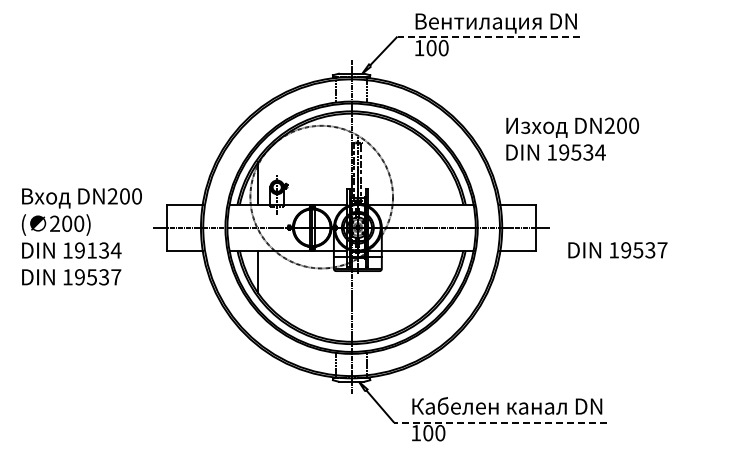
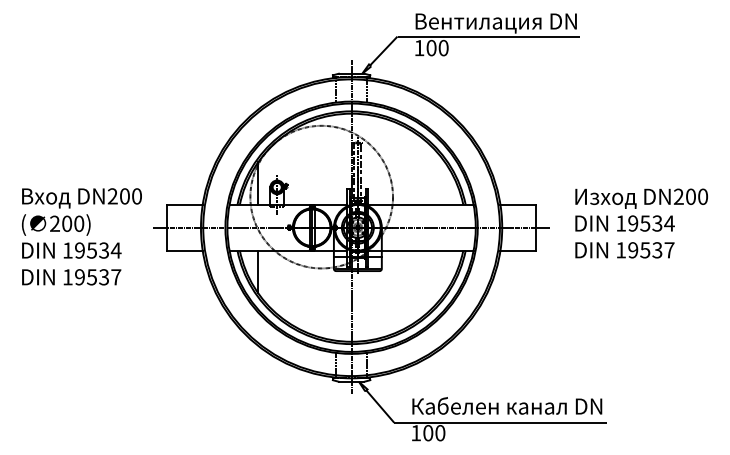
line at (488, 36): dashed -> solid
text at (572, 138) position: (572, 138) -> (641, 209)
text at (91, 250): 19134 -> 19534
text at (617, 250) position: (617, 250) -> (624, 250)
line at (500, 422): dashed -> solid
